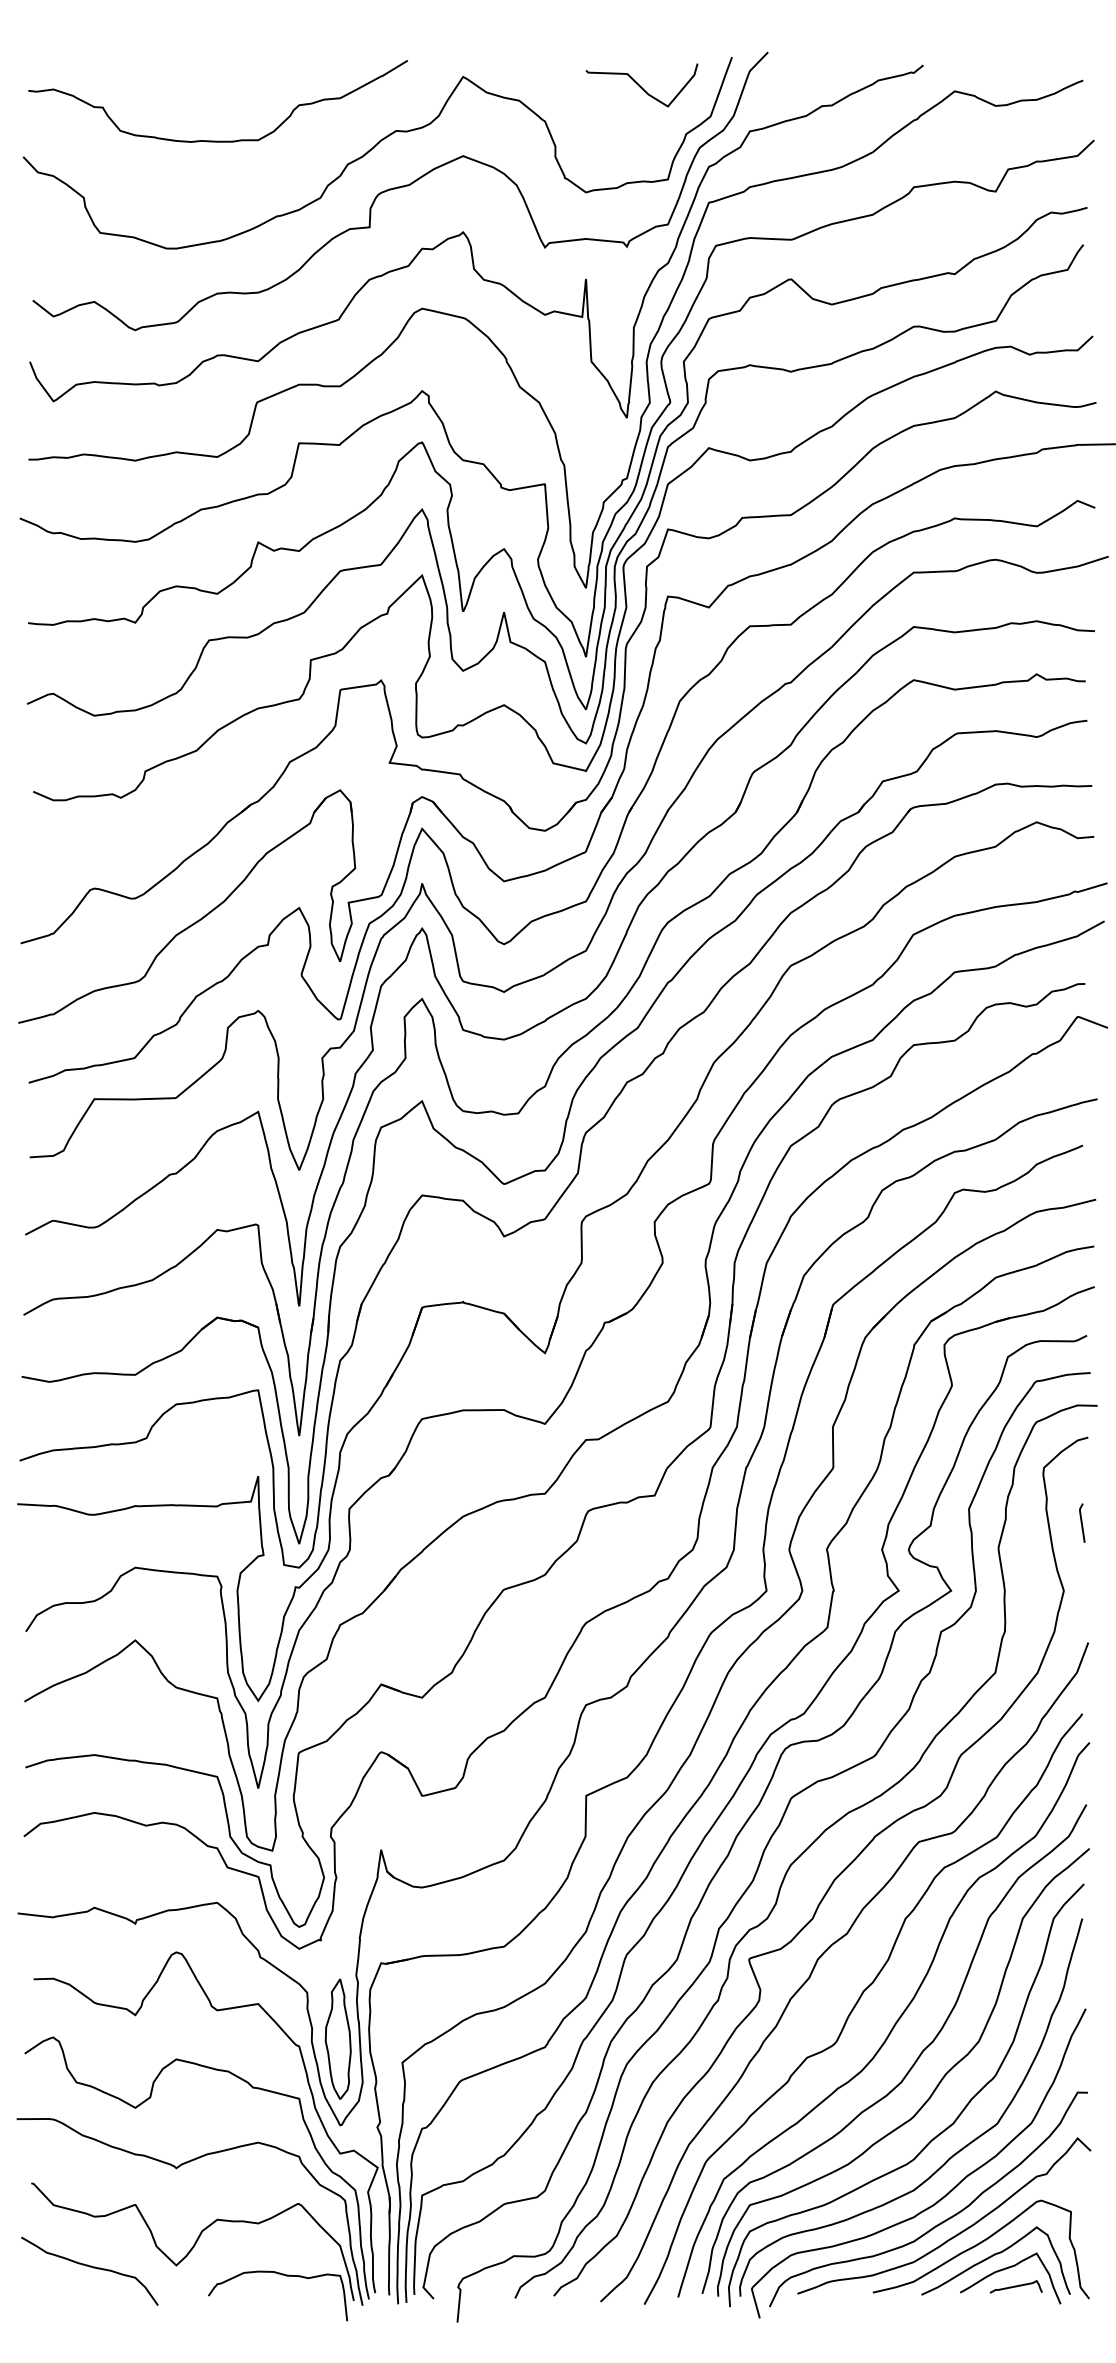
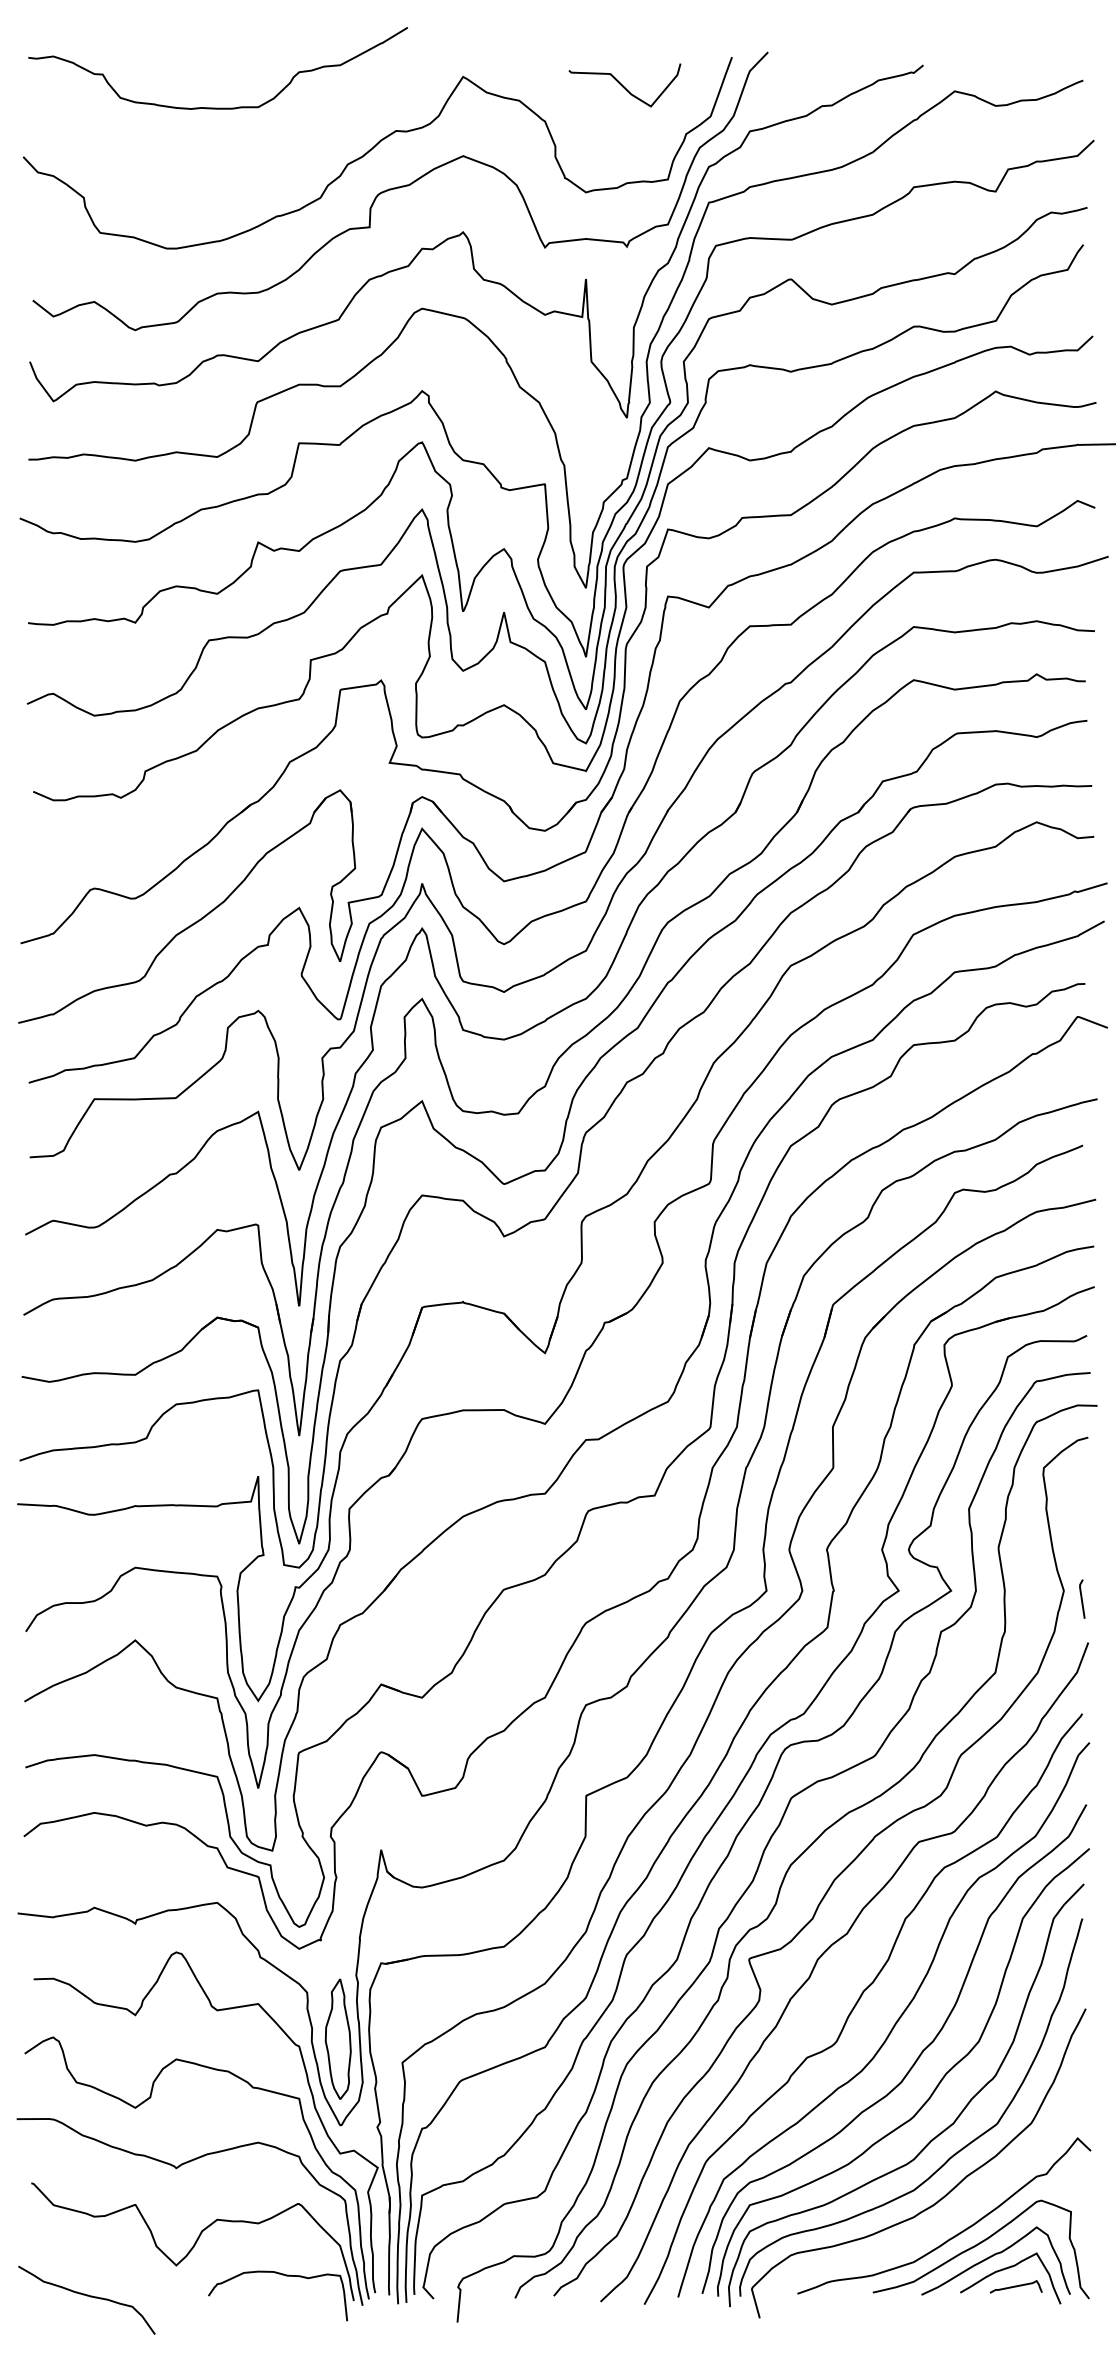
curve at (640, 85) position: (640, 85) -> (623, 85)
curve at (217, 140) position: (217, 140) -> (217, 107)
line at (1082, 1522) position: (1082, 1522) -> (1082, 1598)
curve at (943, 2220): present -> none
curve at (89, 2267) position: (89, 2267) -> (86, 2296)
